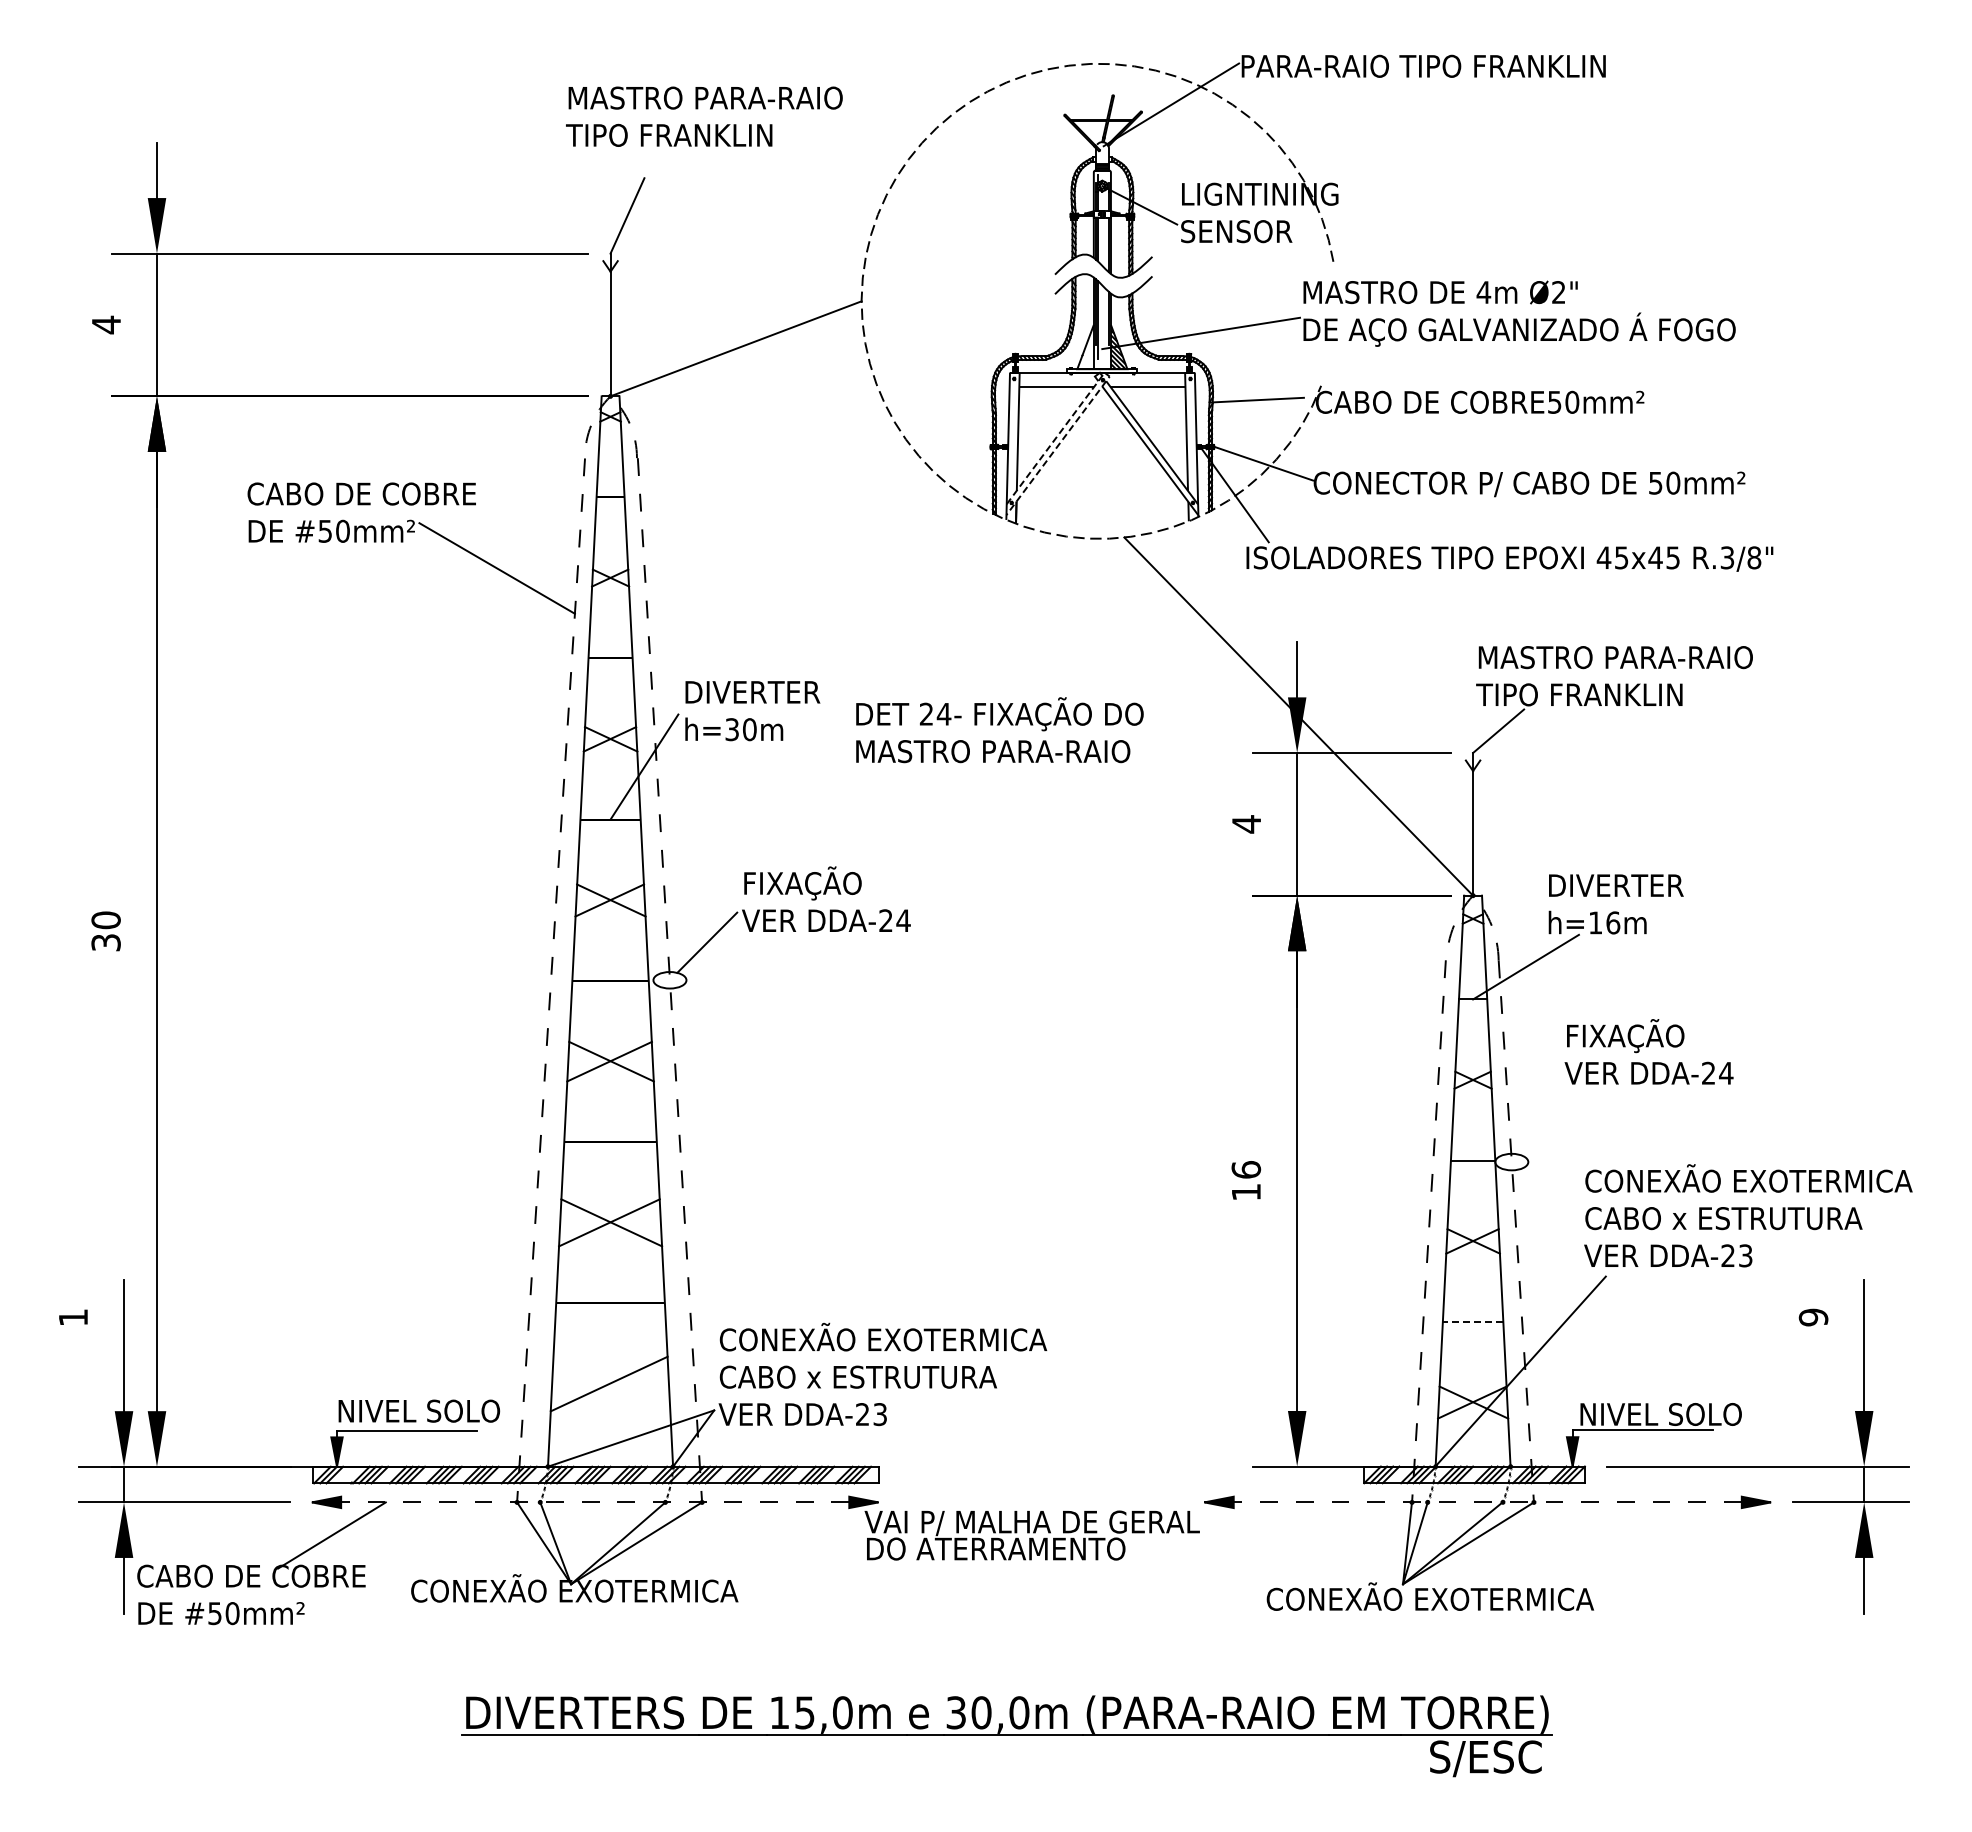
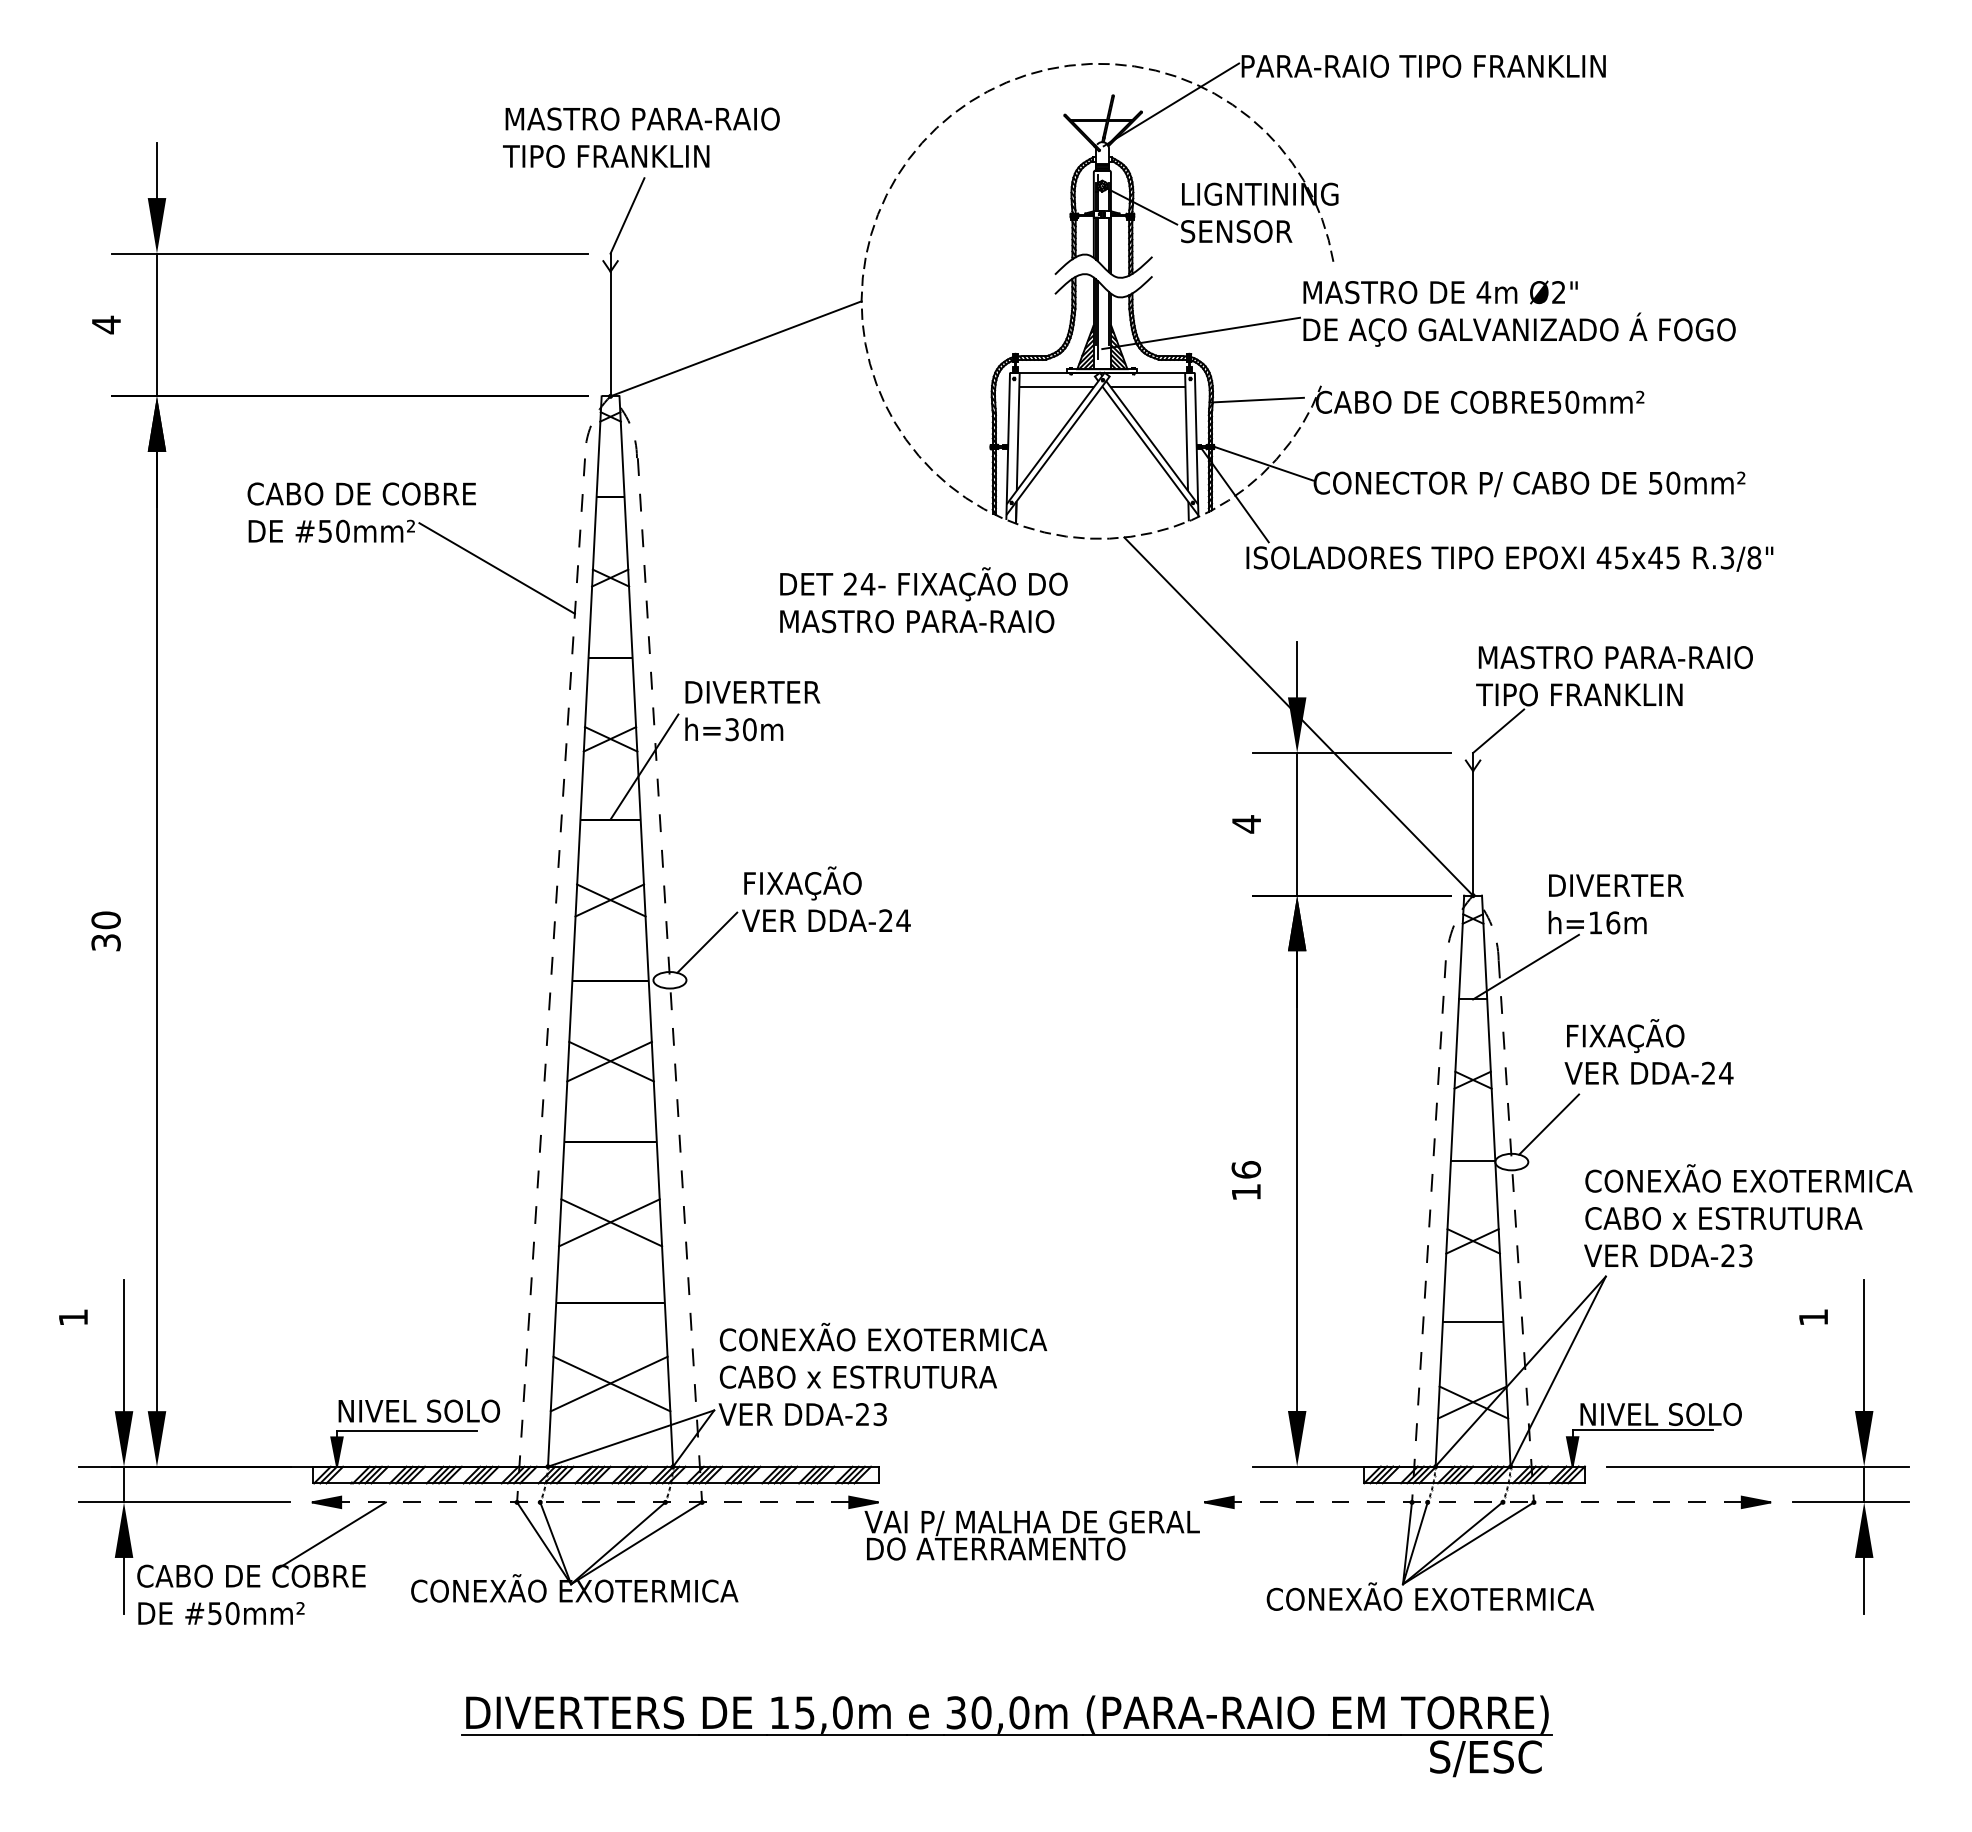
text at (704, 116) position: (704, 116) -> (641, 137)
hatch at (1086, 347): none -> present
line at (1109, 376): dashed -> solid
text at (999, 730) position: (999, 730) -> (923, 600)
line at (1549, 1124): none -> present
text at (1813, 1317): 9 -> 1
line at (1472, 1321): dashed -> solid
line at (1557, 1371): none -> present
line at (611, 1383): none -> present
